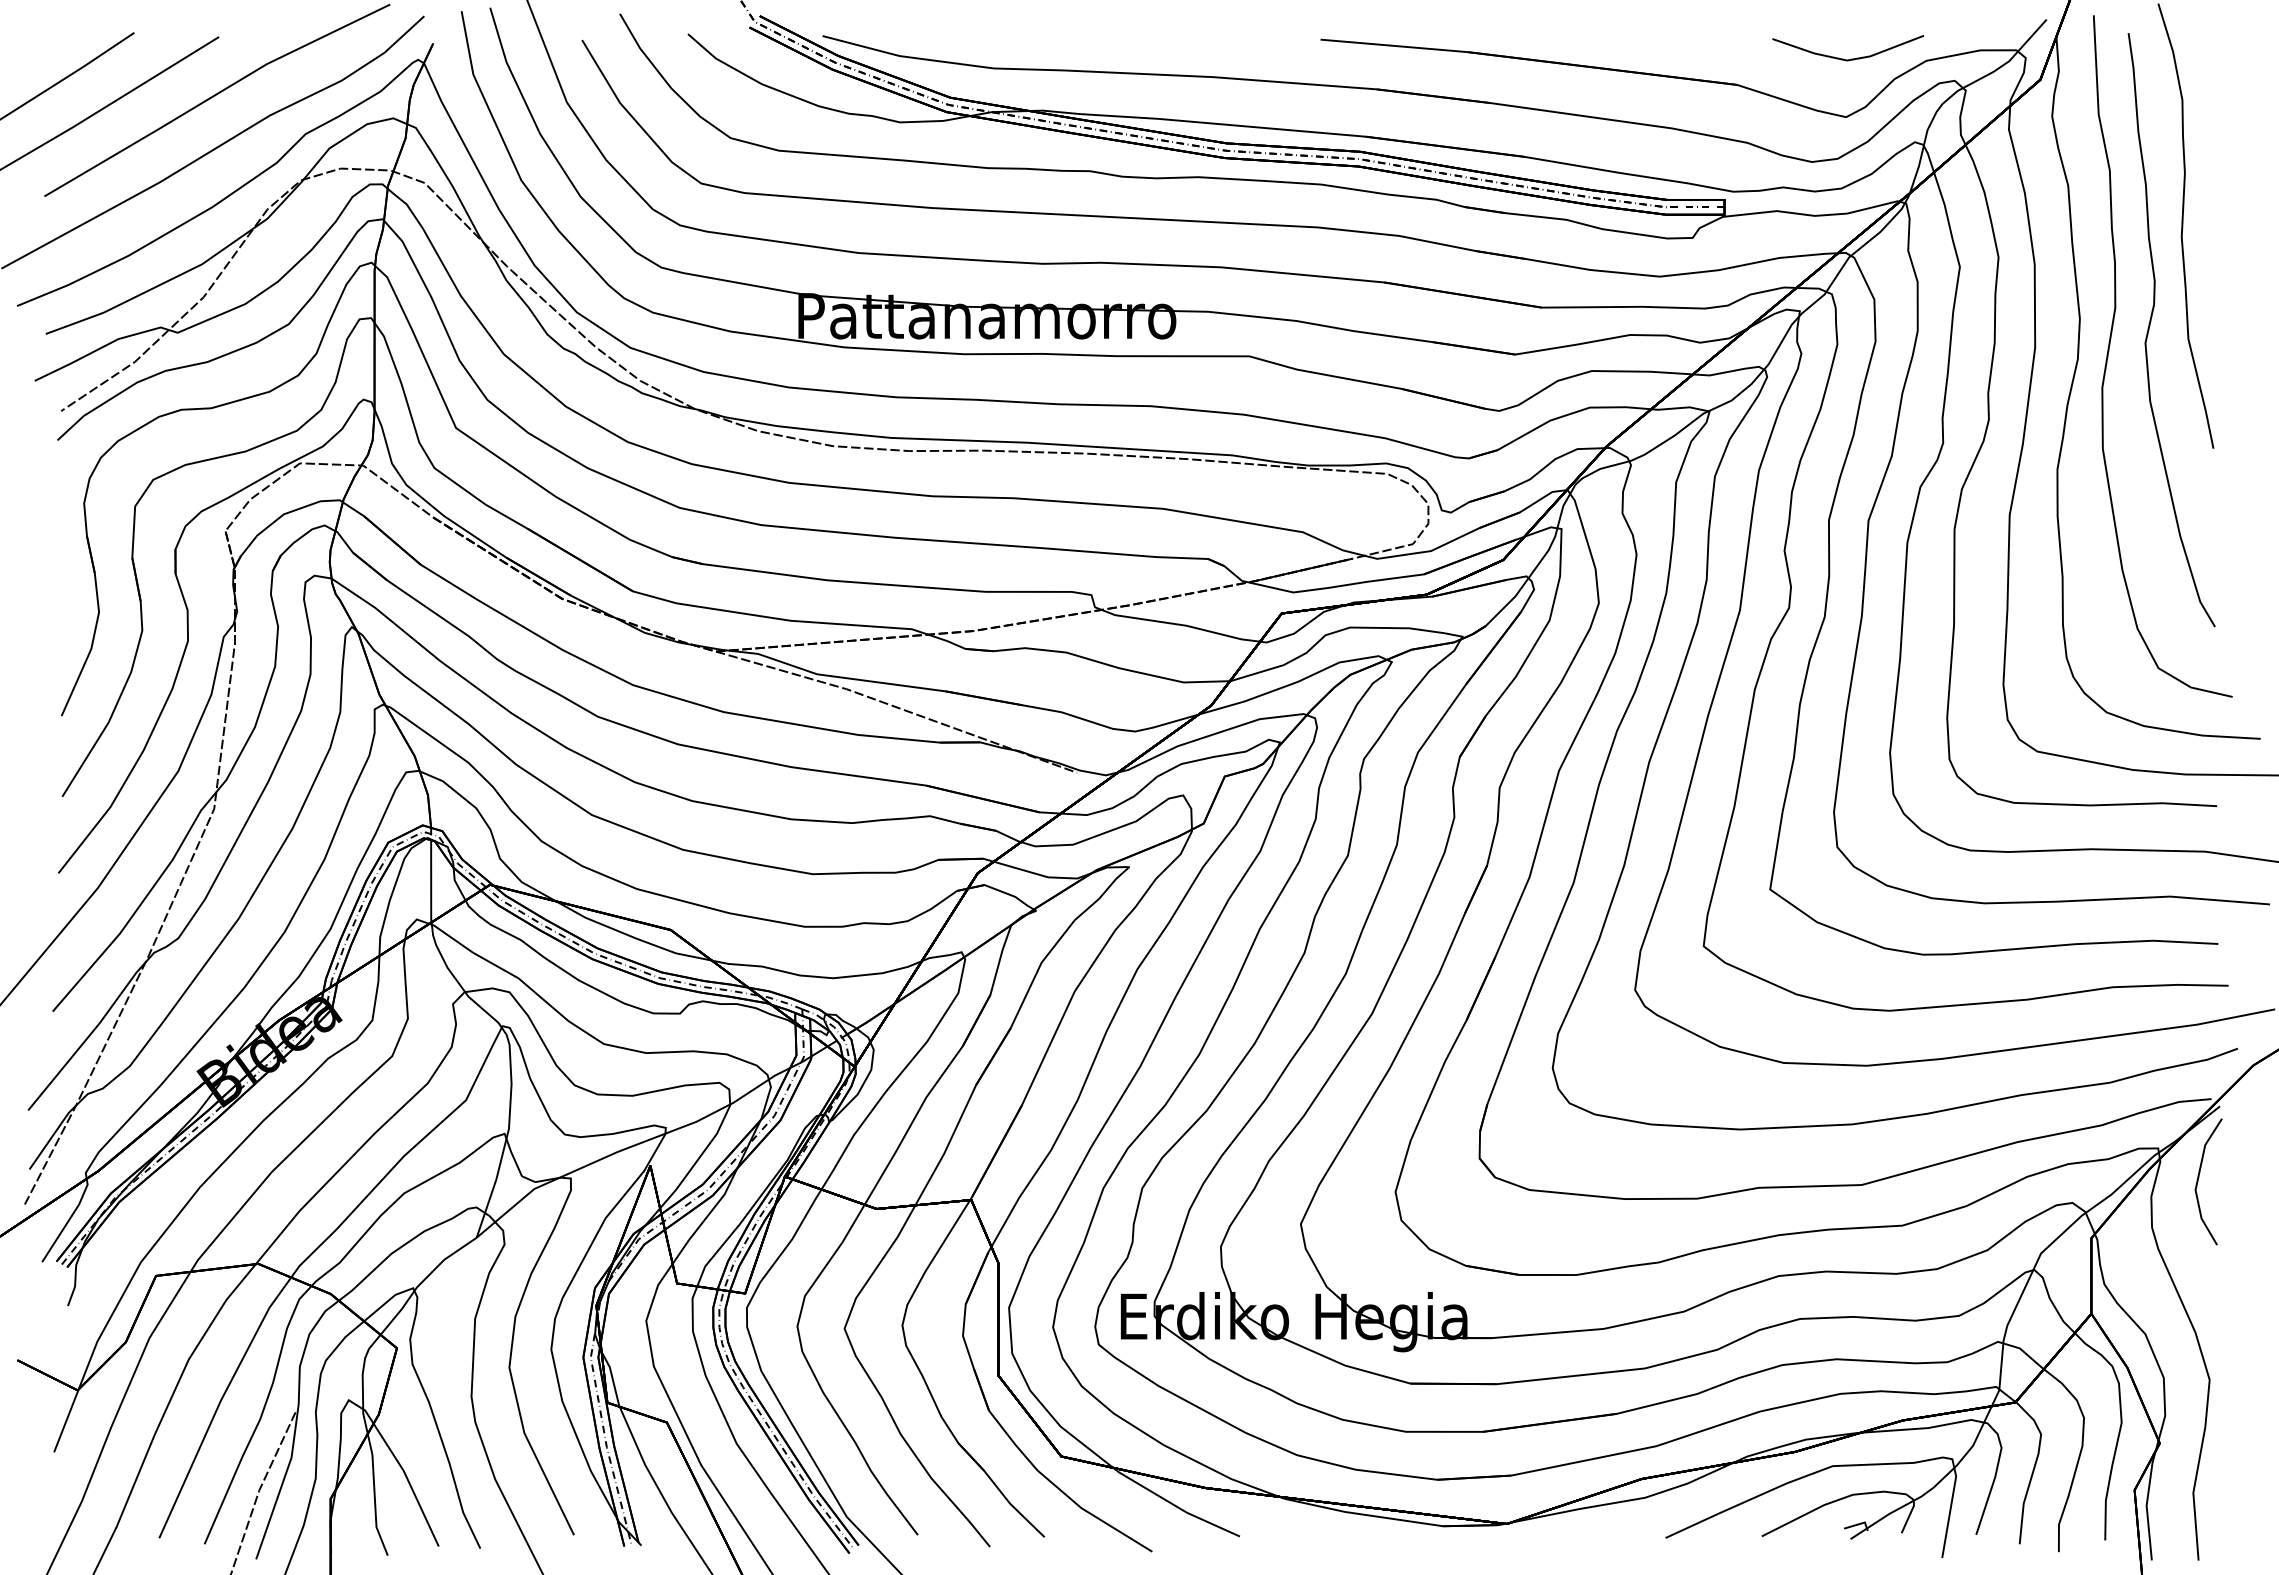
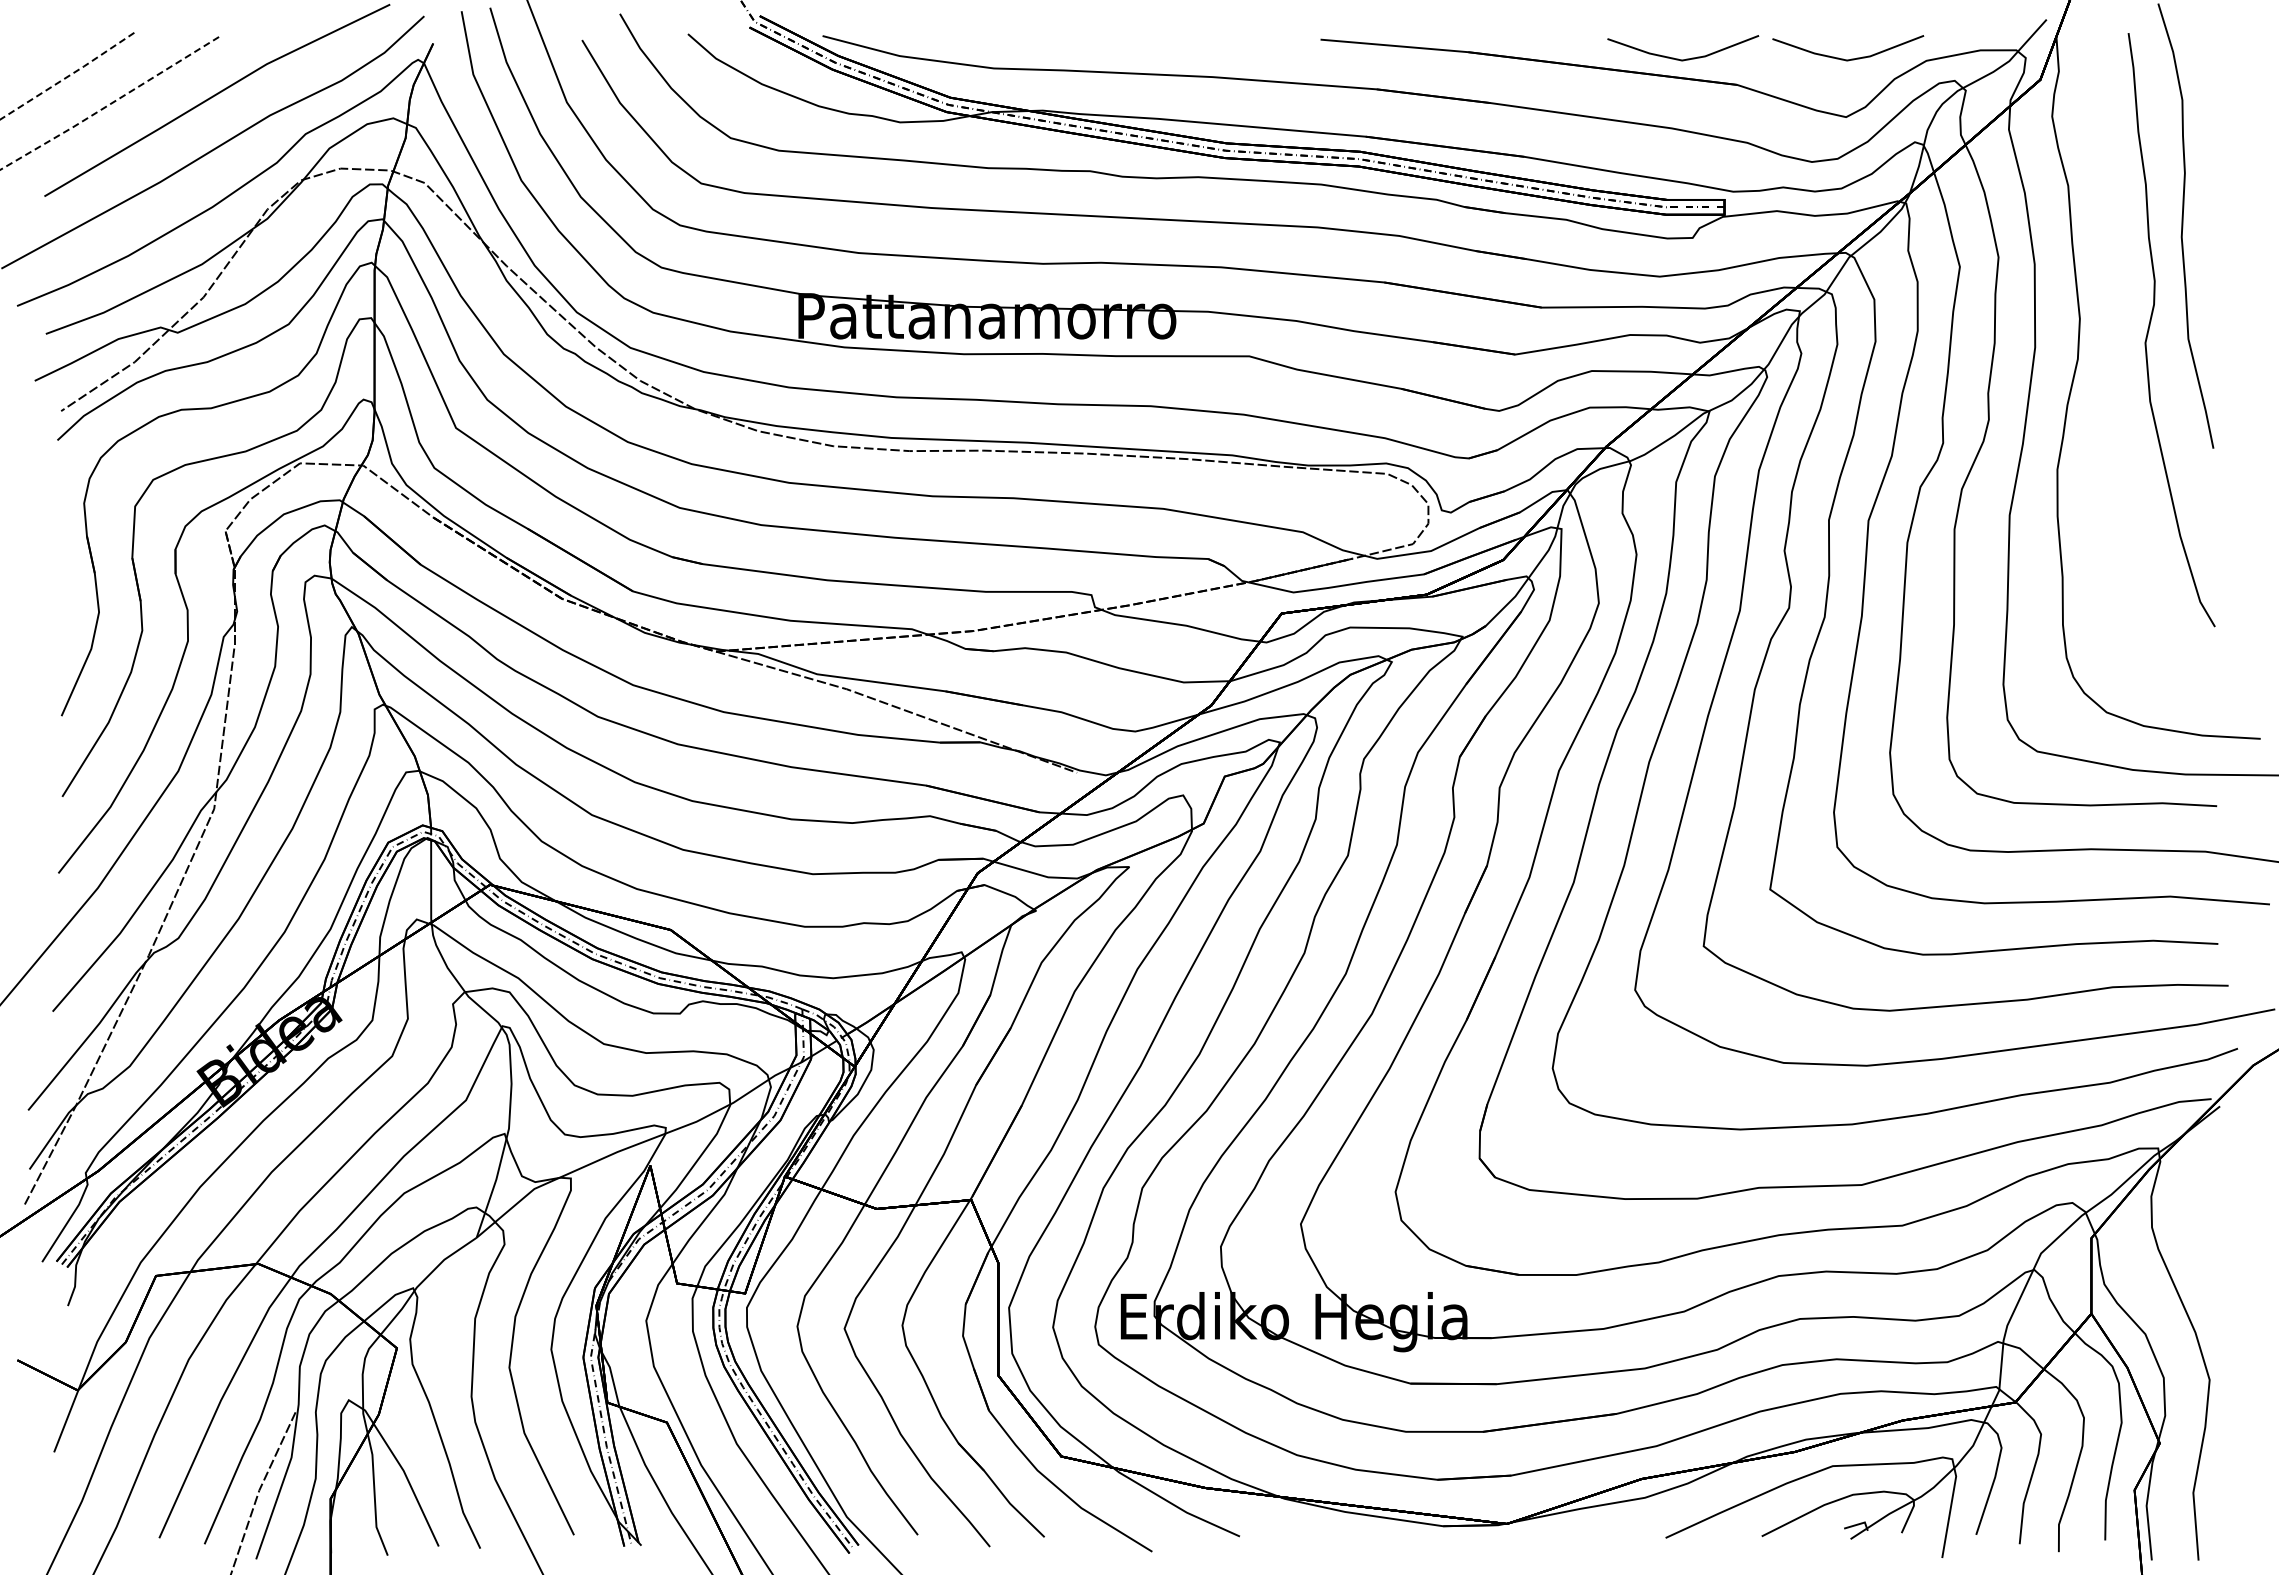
line at (1686, 58): none -> present
line at (68, 76): solid -> dashed
line at (109, 104): solid -> dashed
curve at (2110, 345): present -> none
line at (2199, 1177): present -> none
